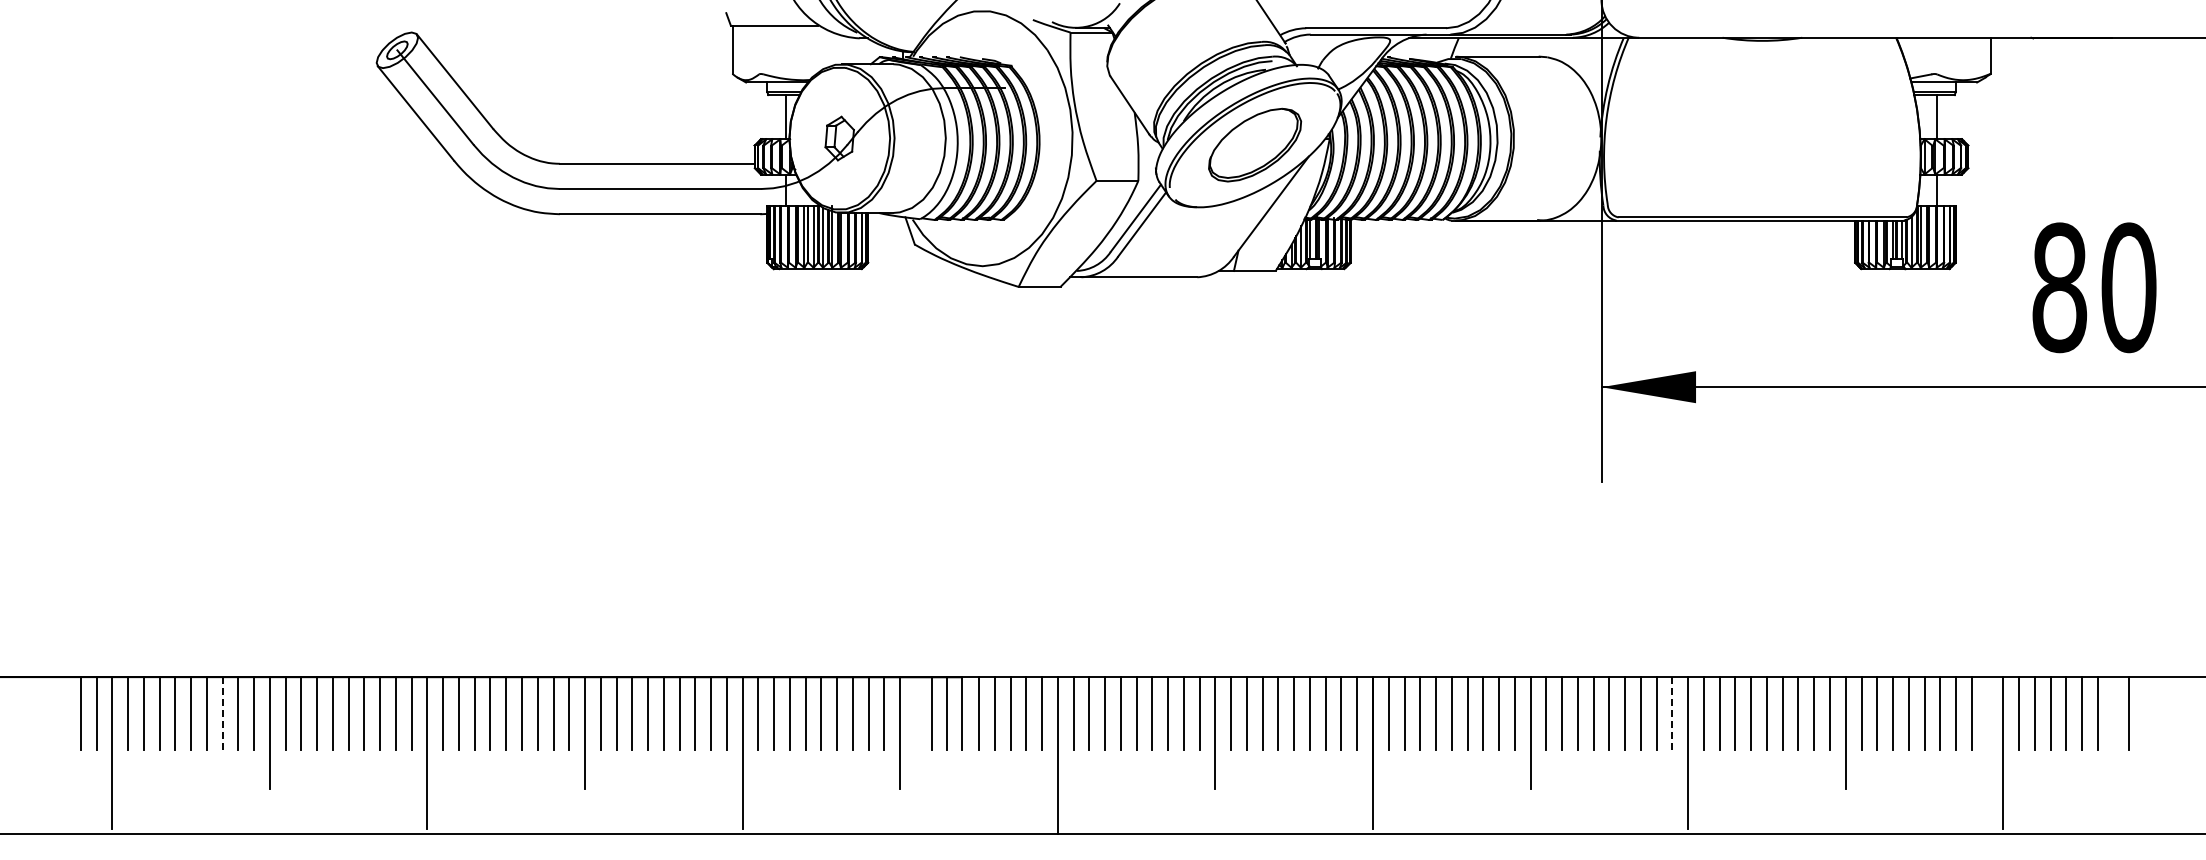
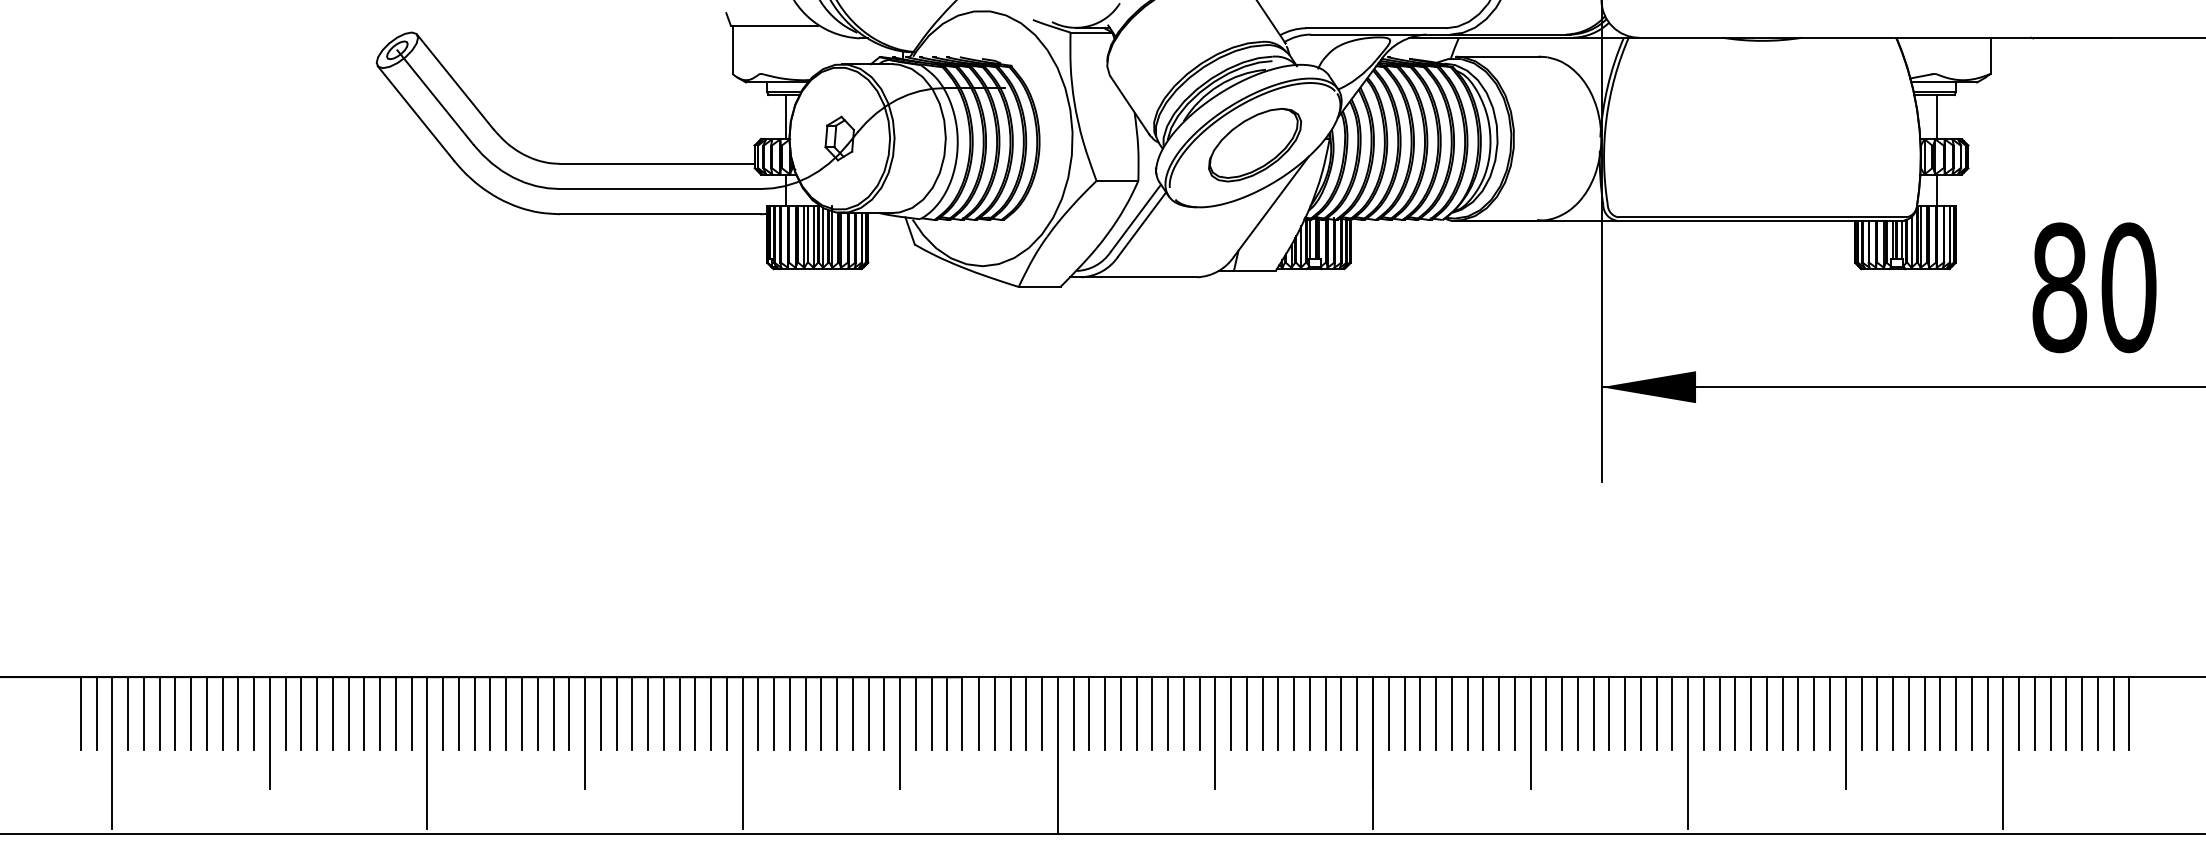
line at (915, 712): none -> present
line at (1987, 712): none -> present
line at (2113, 712): none -> present
line at (222, 713): dashed -> solid
line at (1672, 713): dashed -> solid
